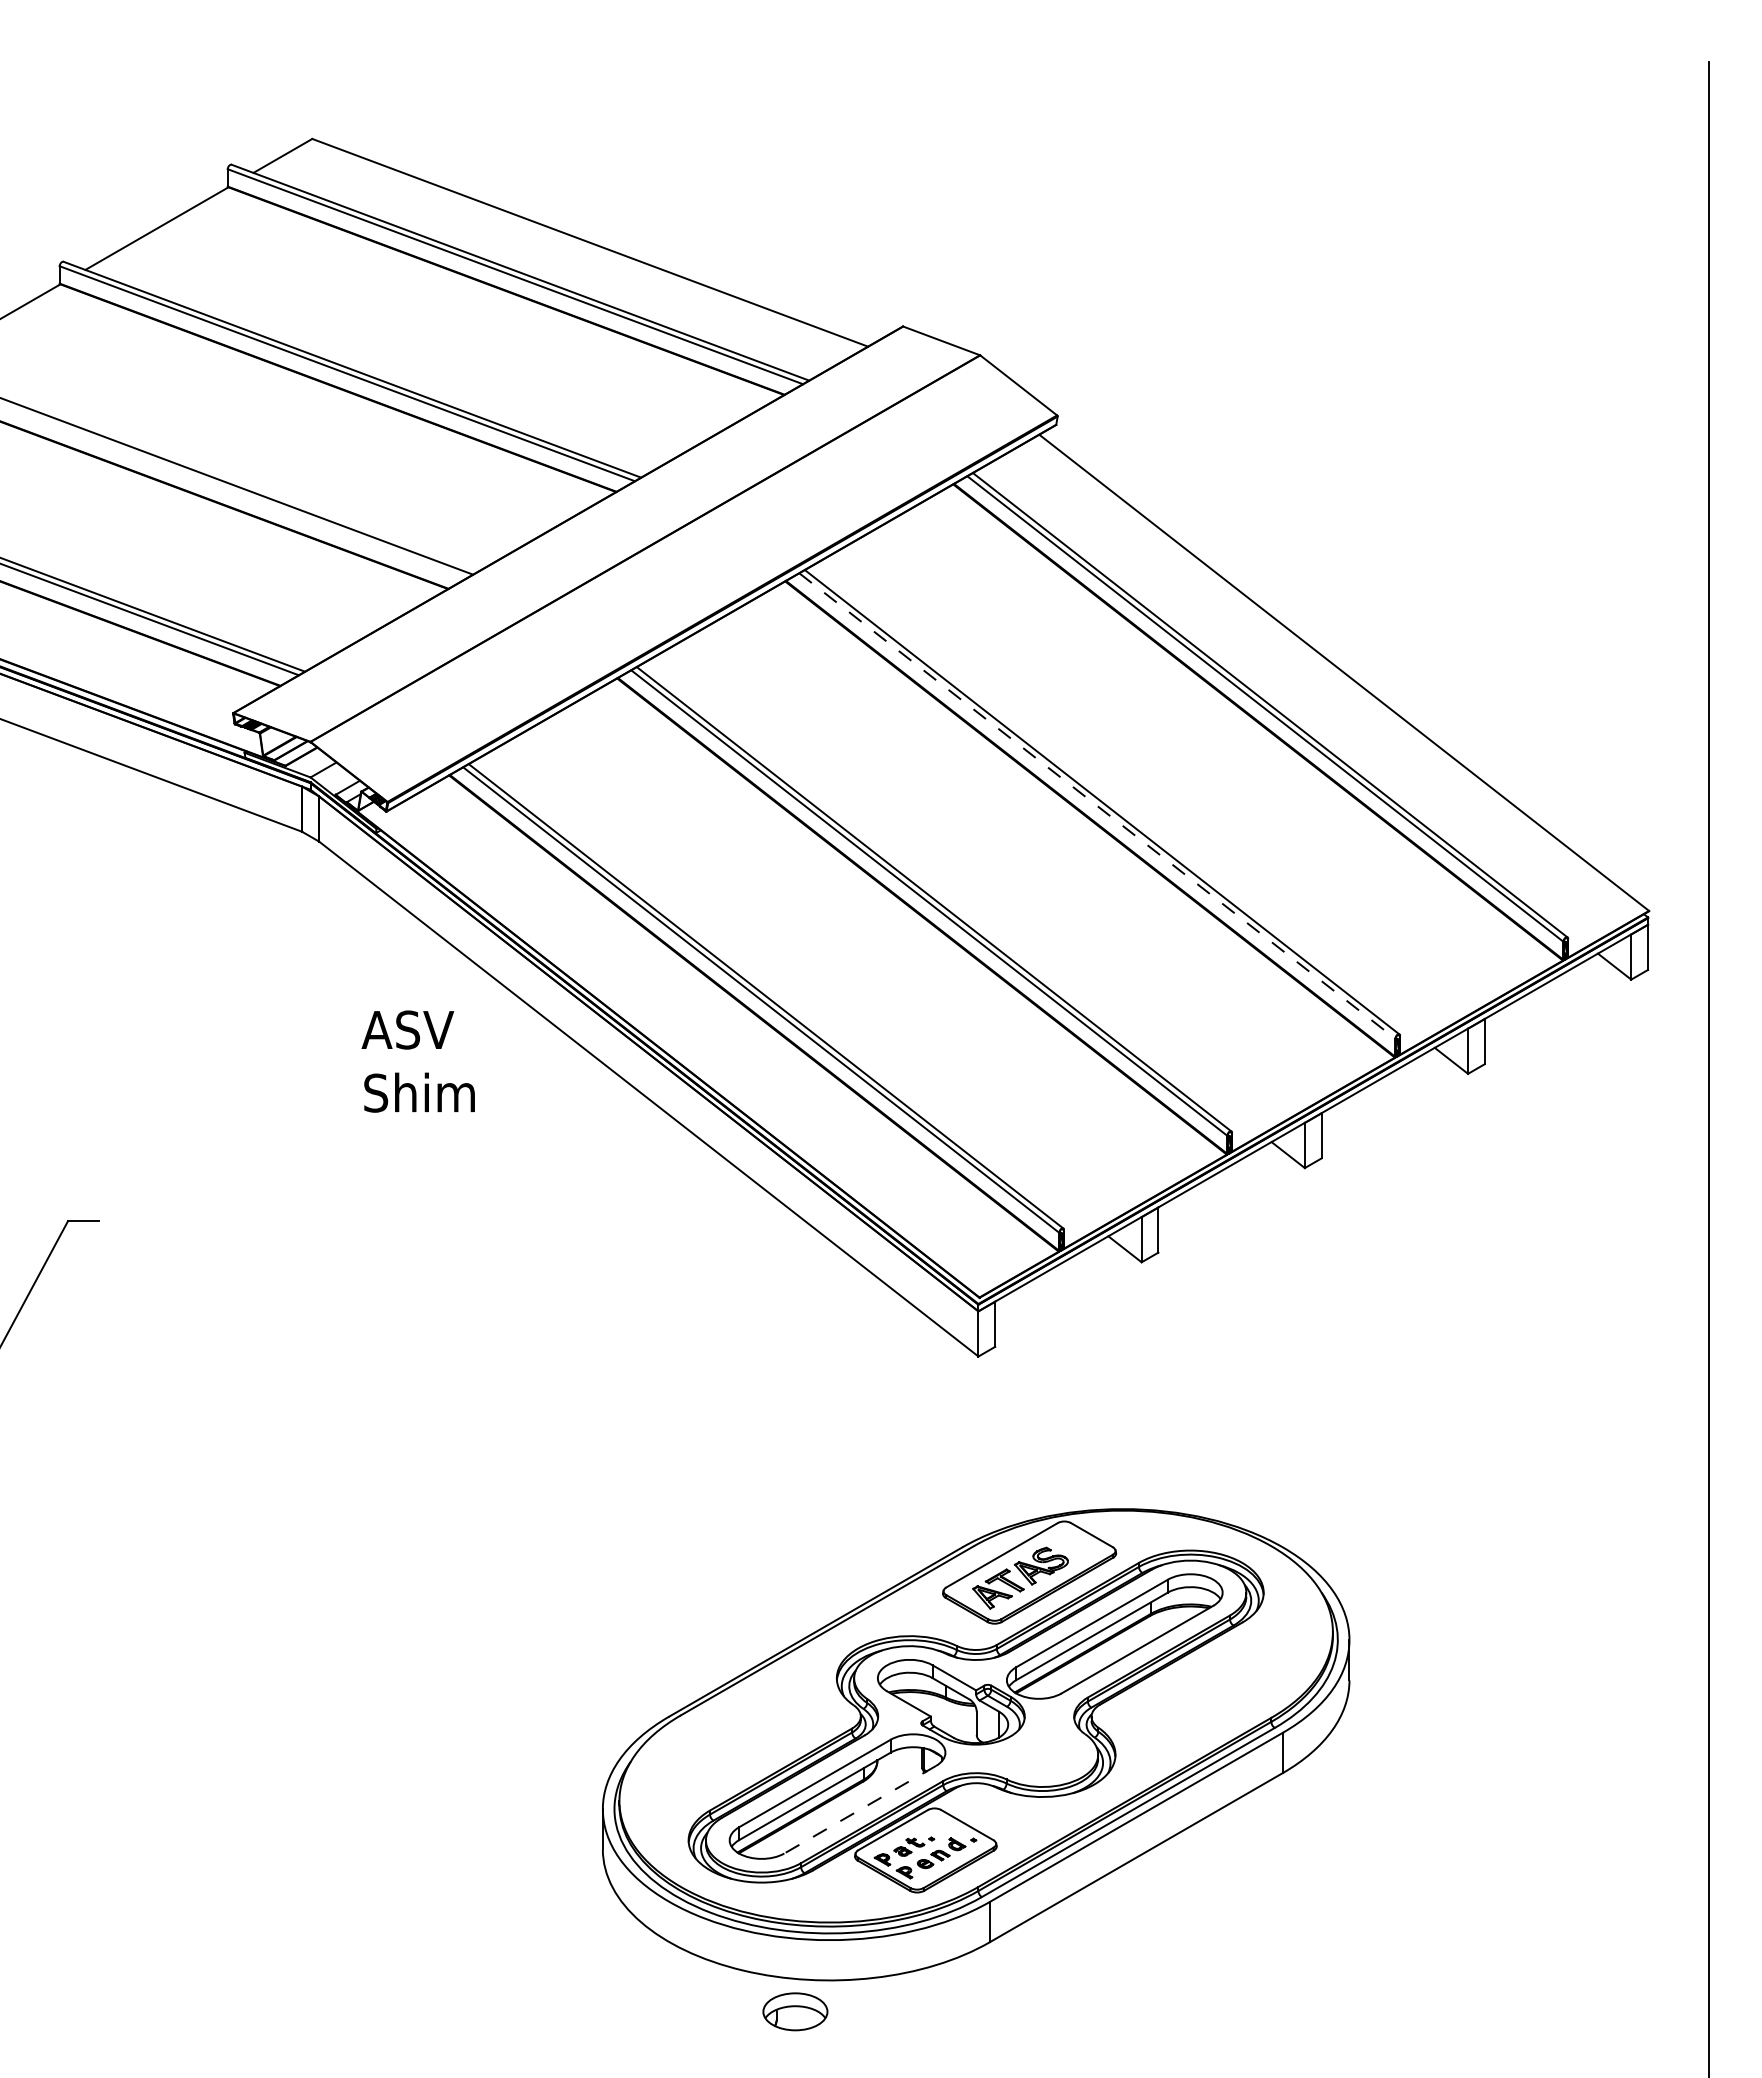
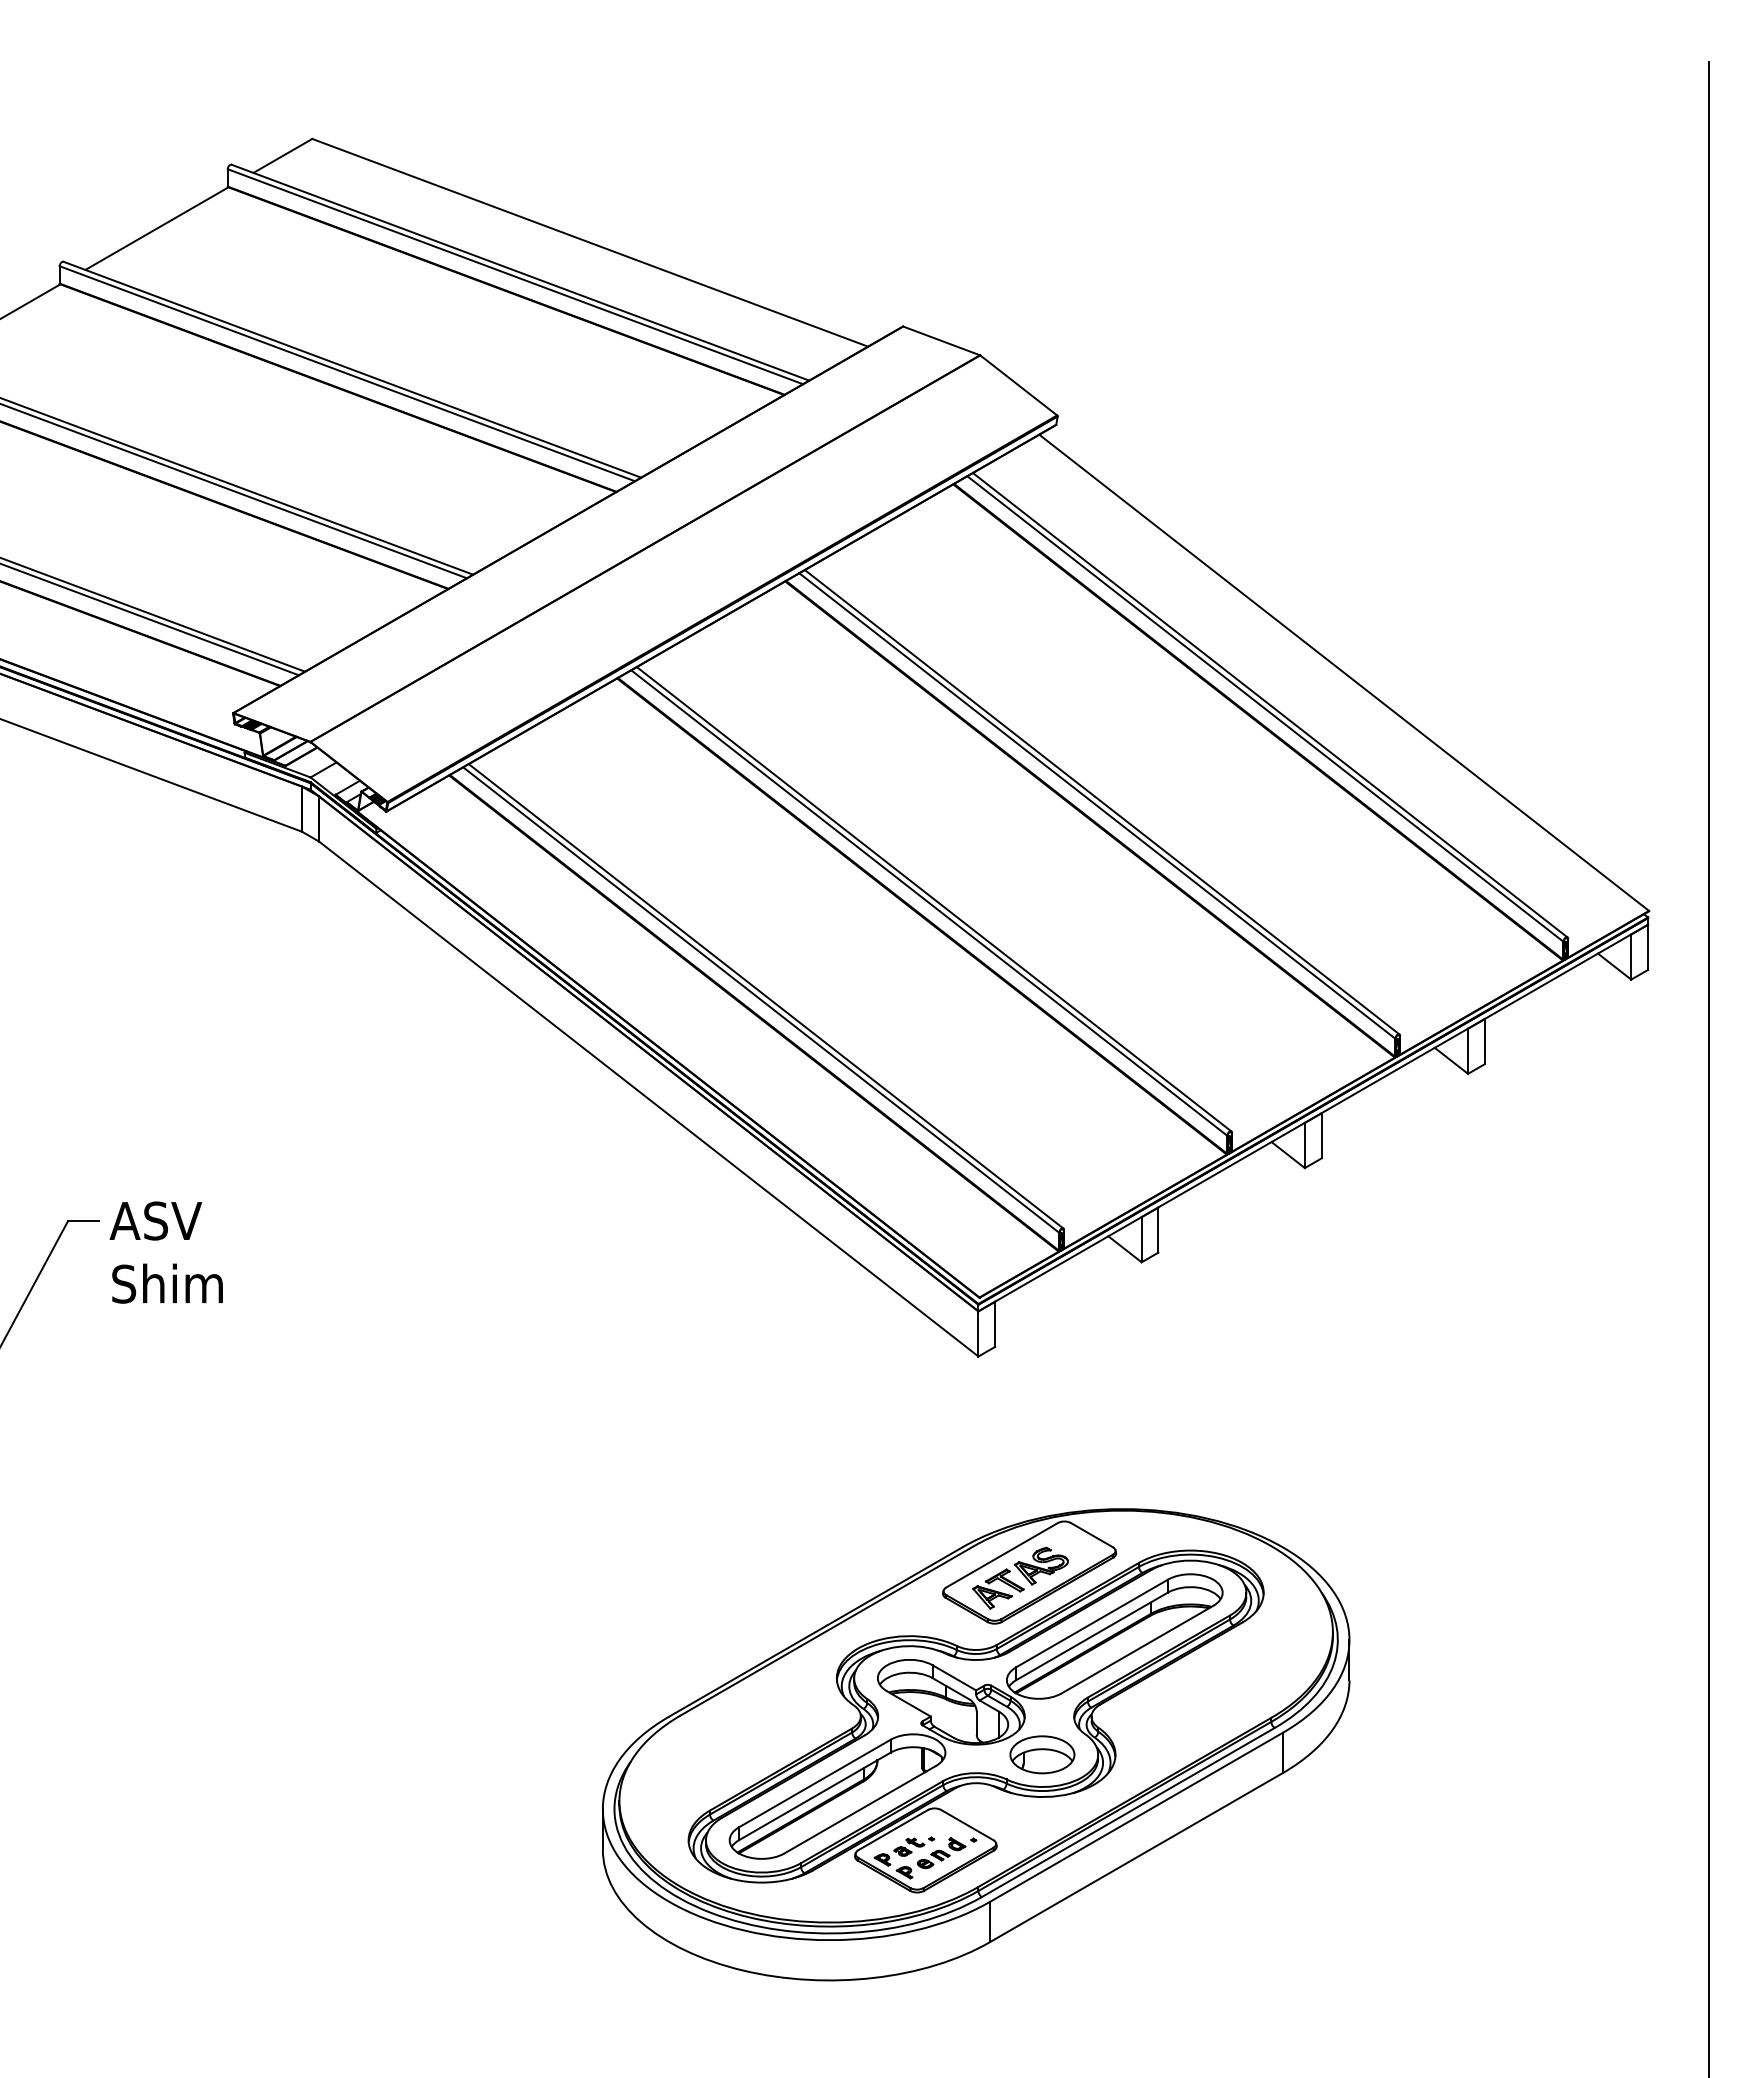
line at (234, 491): none -> present
line at (1097, 806): dashed -> solid
text at (417, 1061) position: (417, 1061) -> (165, 1252)
line at (860, 1809): dashed -> solid
part at (795, 2011) position: (795, 2011) -> (1042, 1754)
